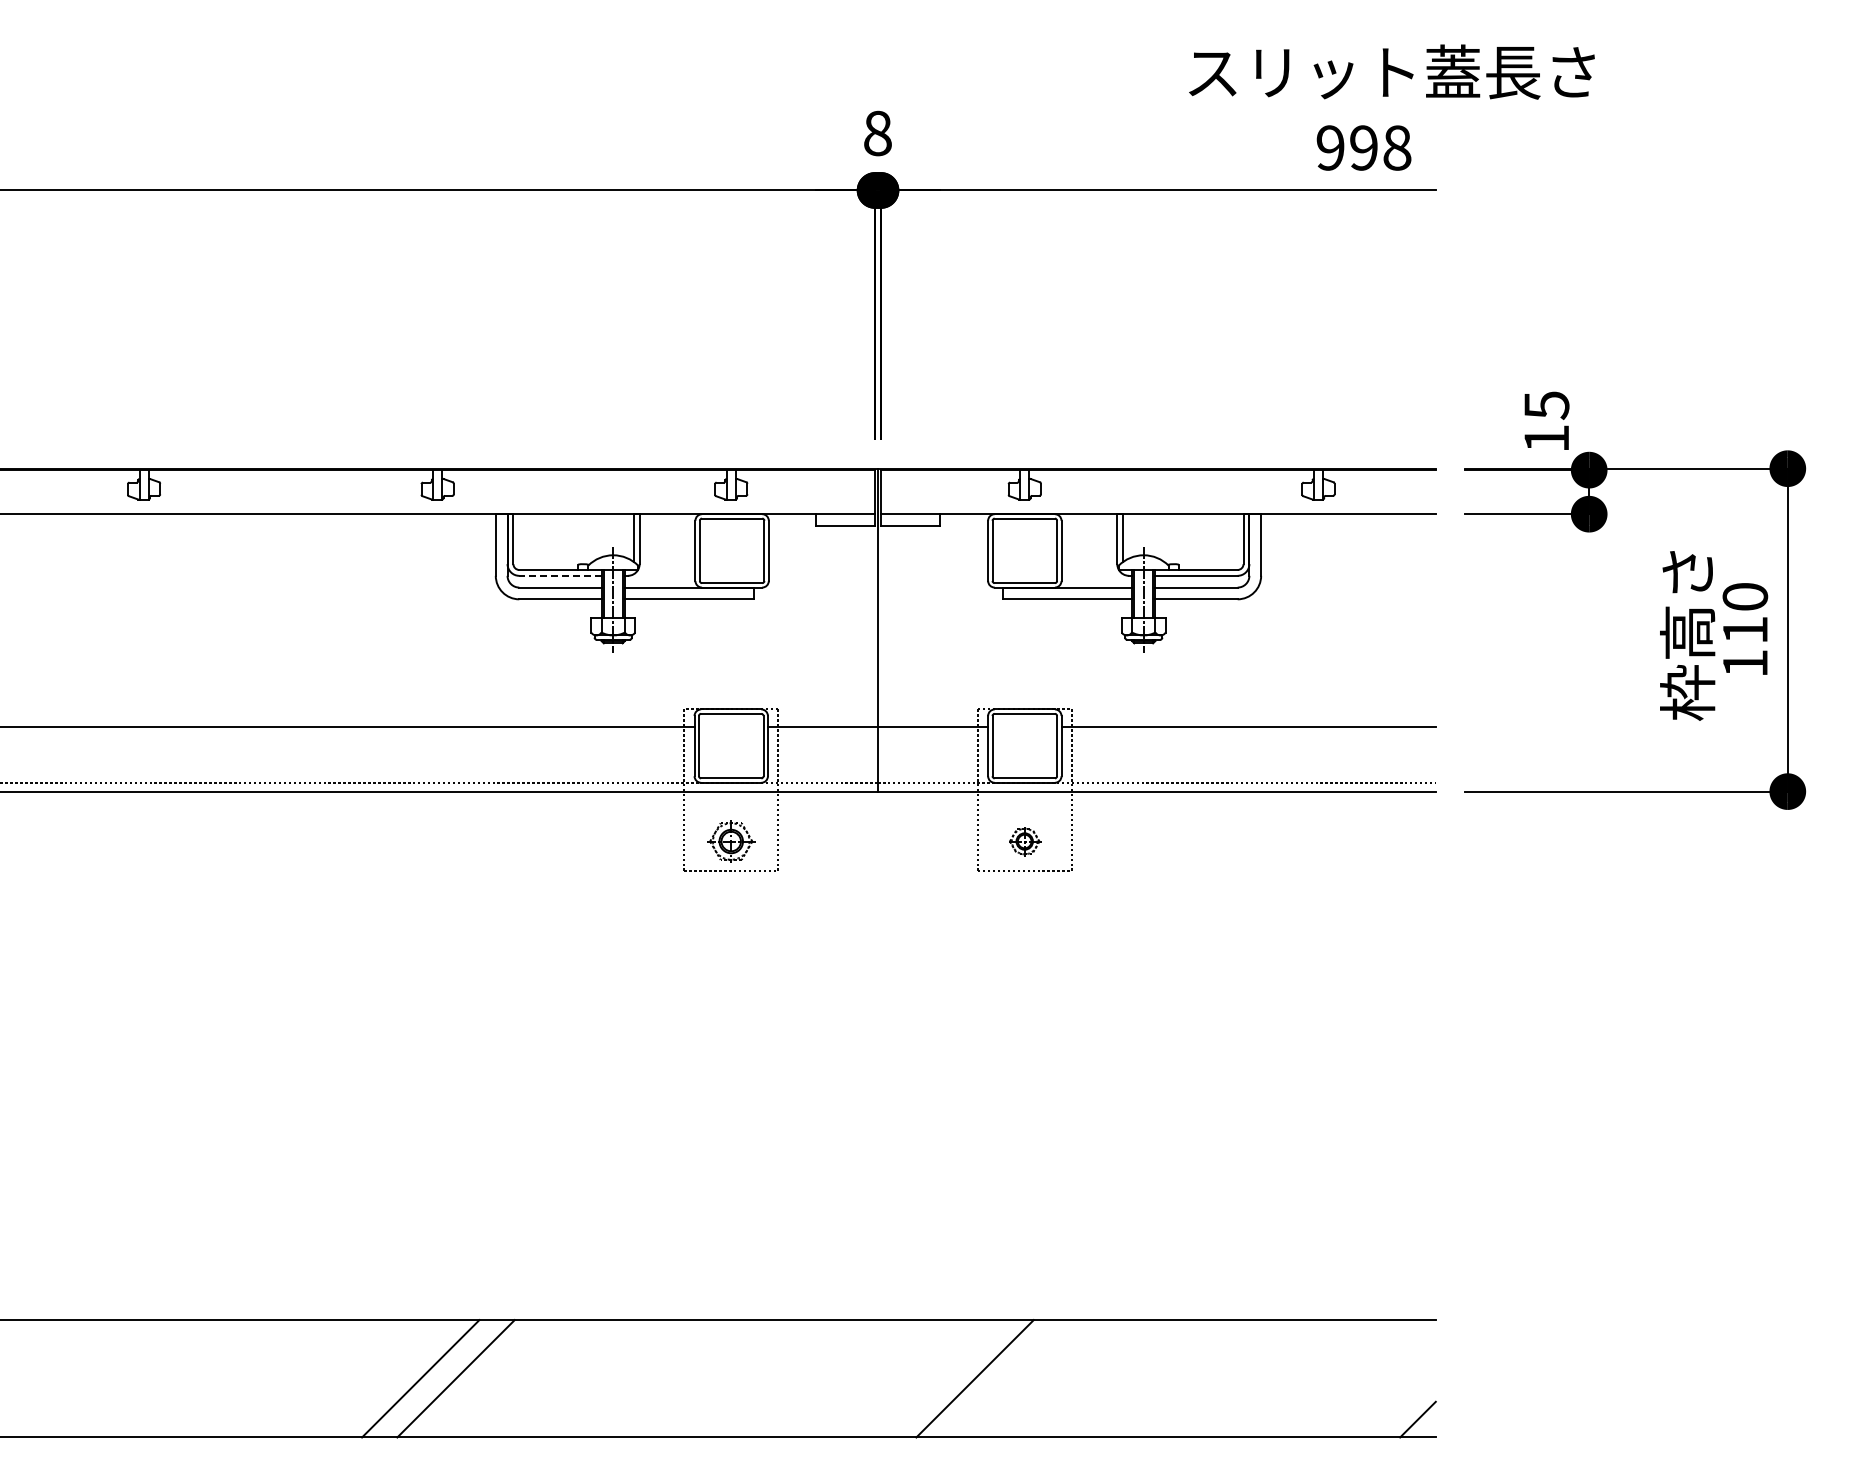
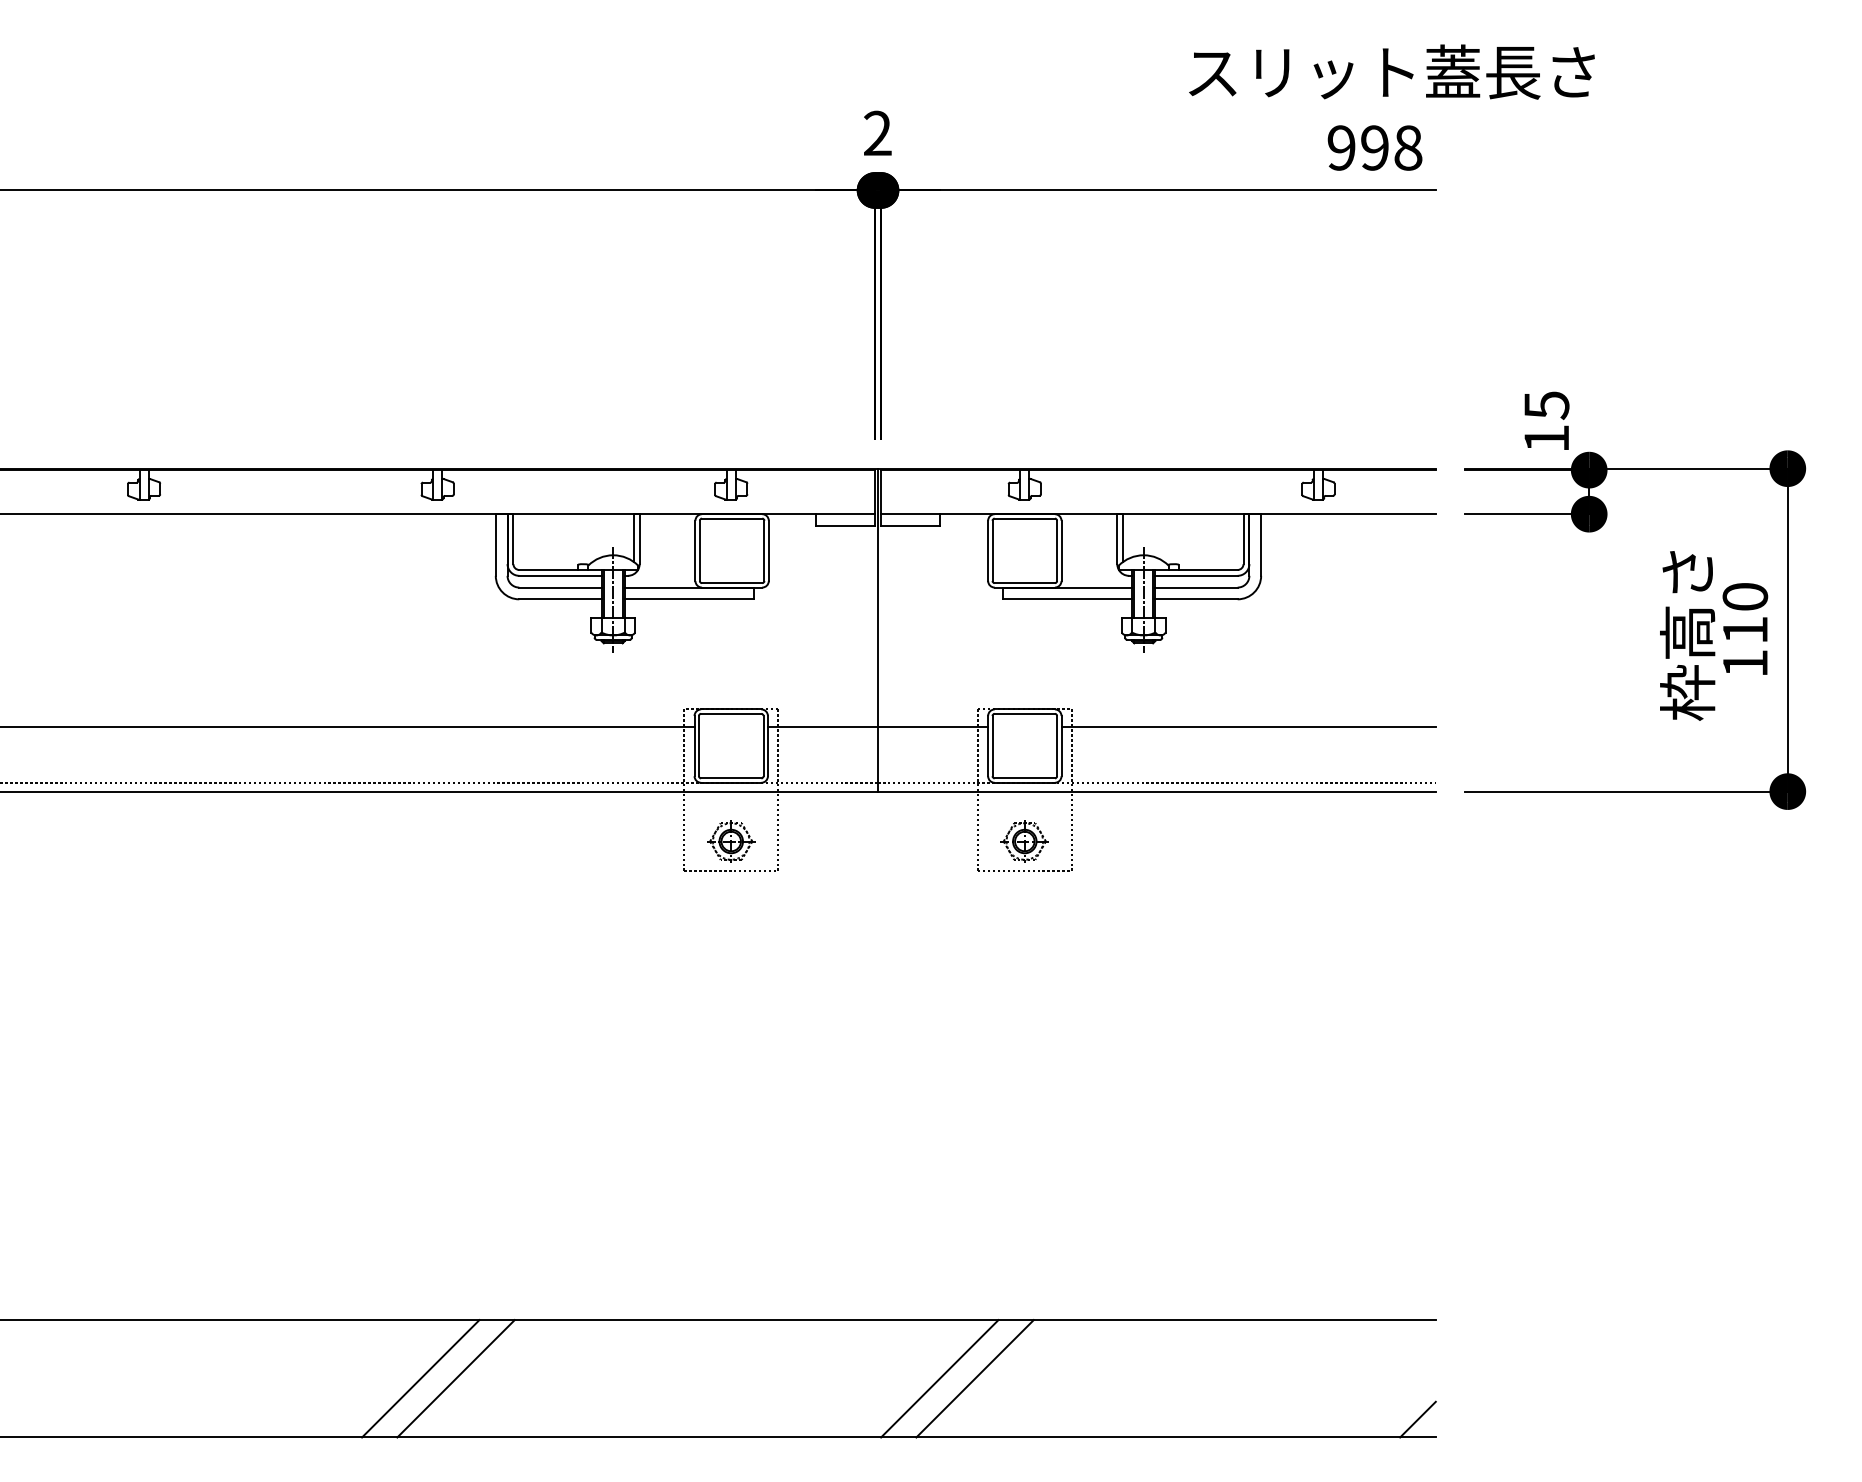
text at (877, 133): 8 -> 2
text at (1363, 147) position: (1363, 147) -> (1374, 147)
line at (559, 575): dashed -> solid
part at (1025, 841) size: 33x30 px -> 49x43 px
line at (939, 1378): none -> present
